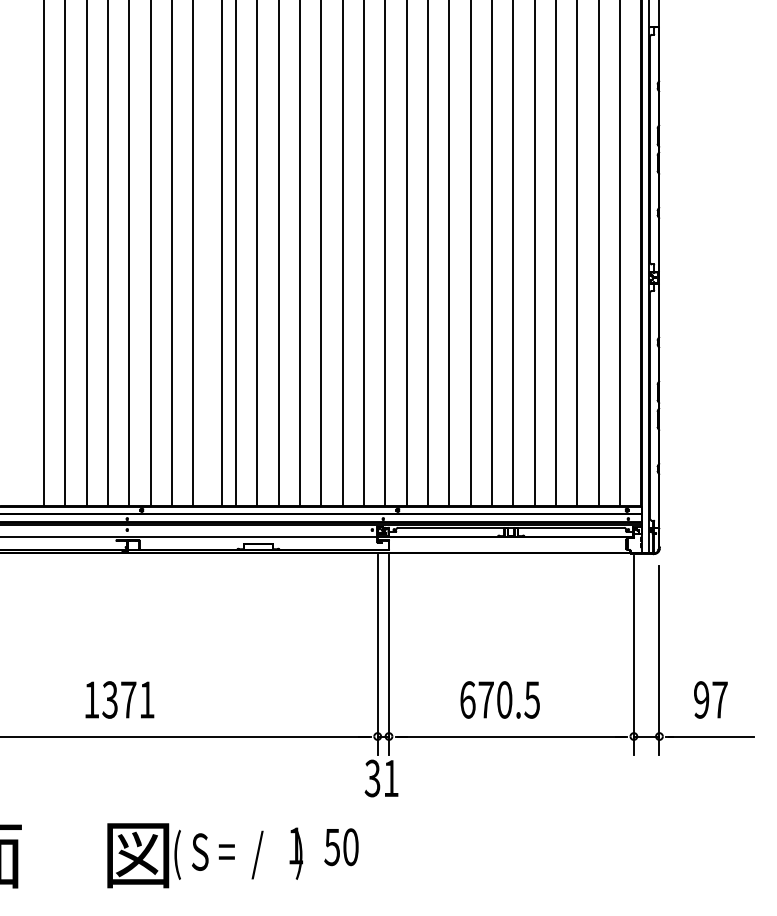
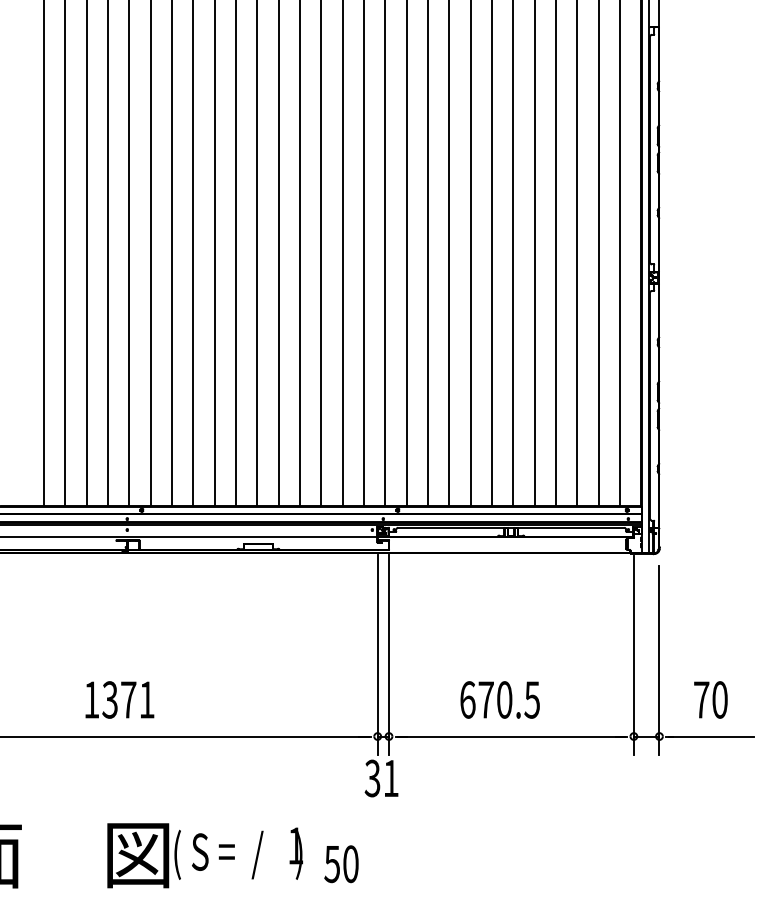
line at (221, 254) position: (221, 254) -> (214, 254)
text at (710, 699): 97 -> 70
text at (341, 847) position: (341, 847) -> (341, 864)
